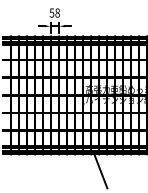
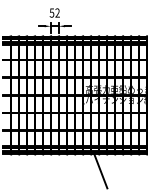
text at (57, 12): 58 -> 52
